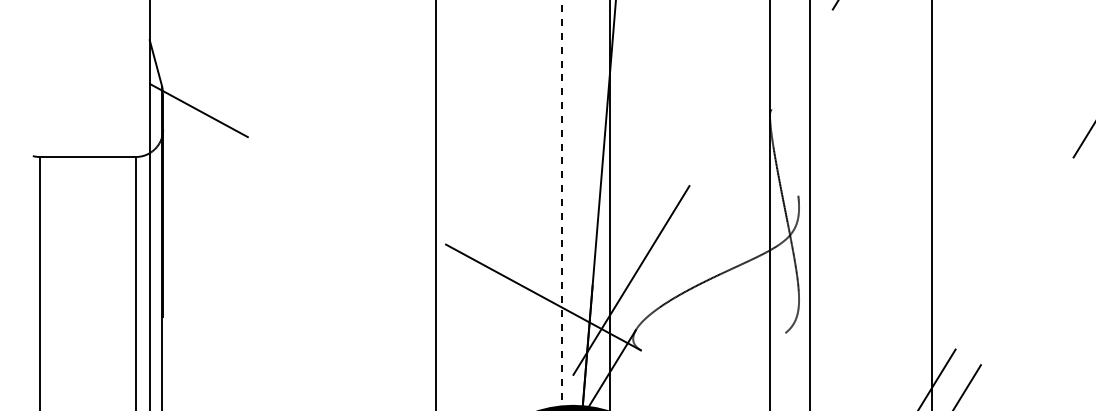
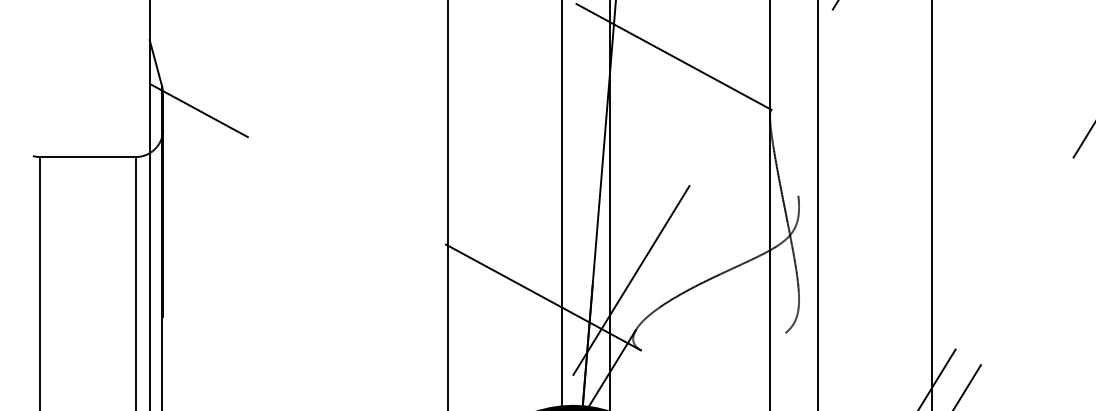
line at (672, 56): none -> present
line at (436, 204) position: (436, 204) -> (448, 204)
line at (810, 204) position: (810, 204) -> (818, 204)
line at (561, 205): dashed -> solid
